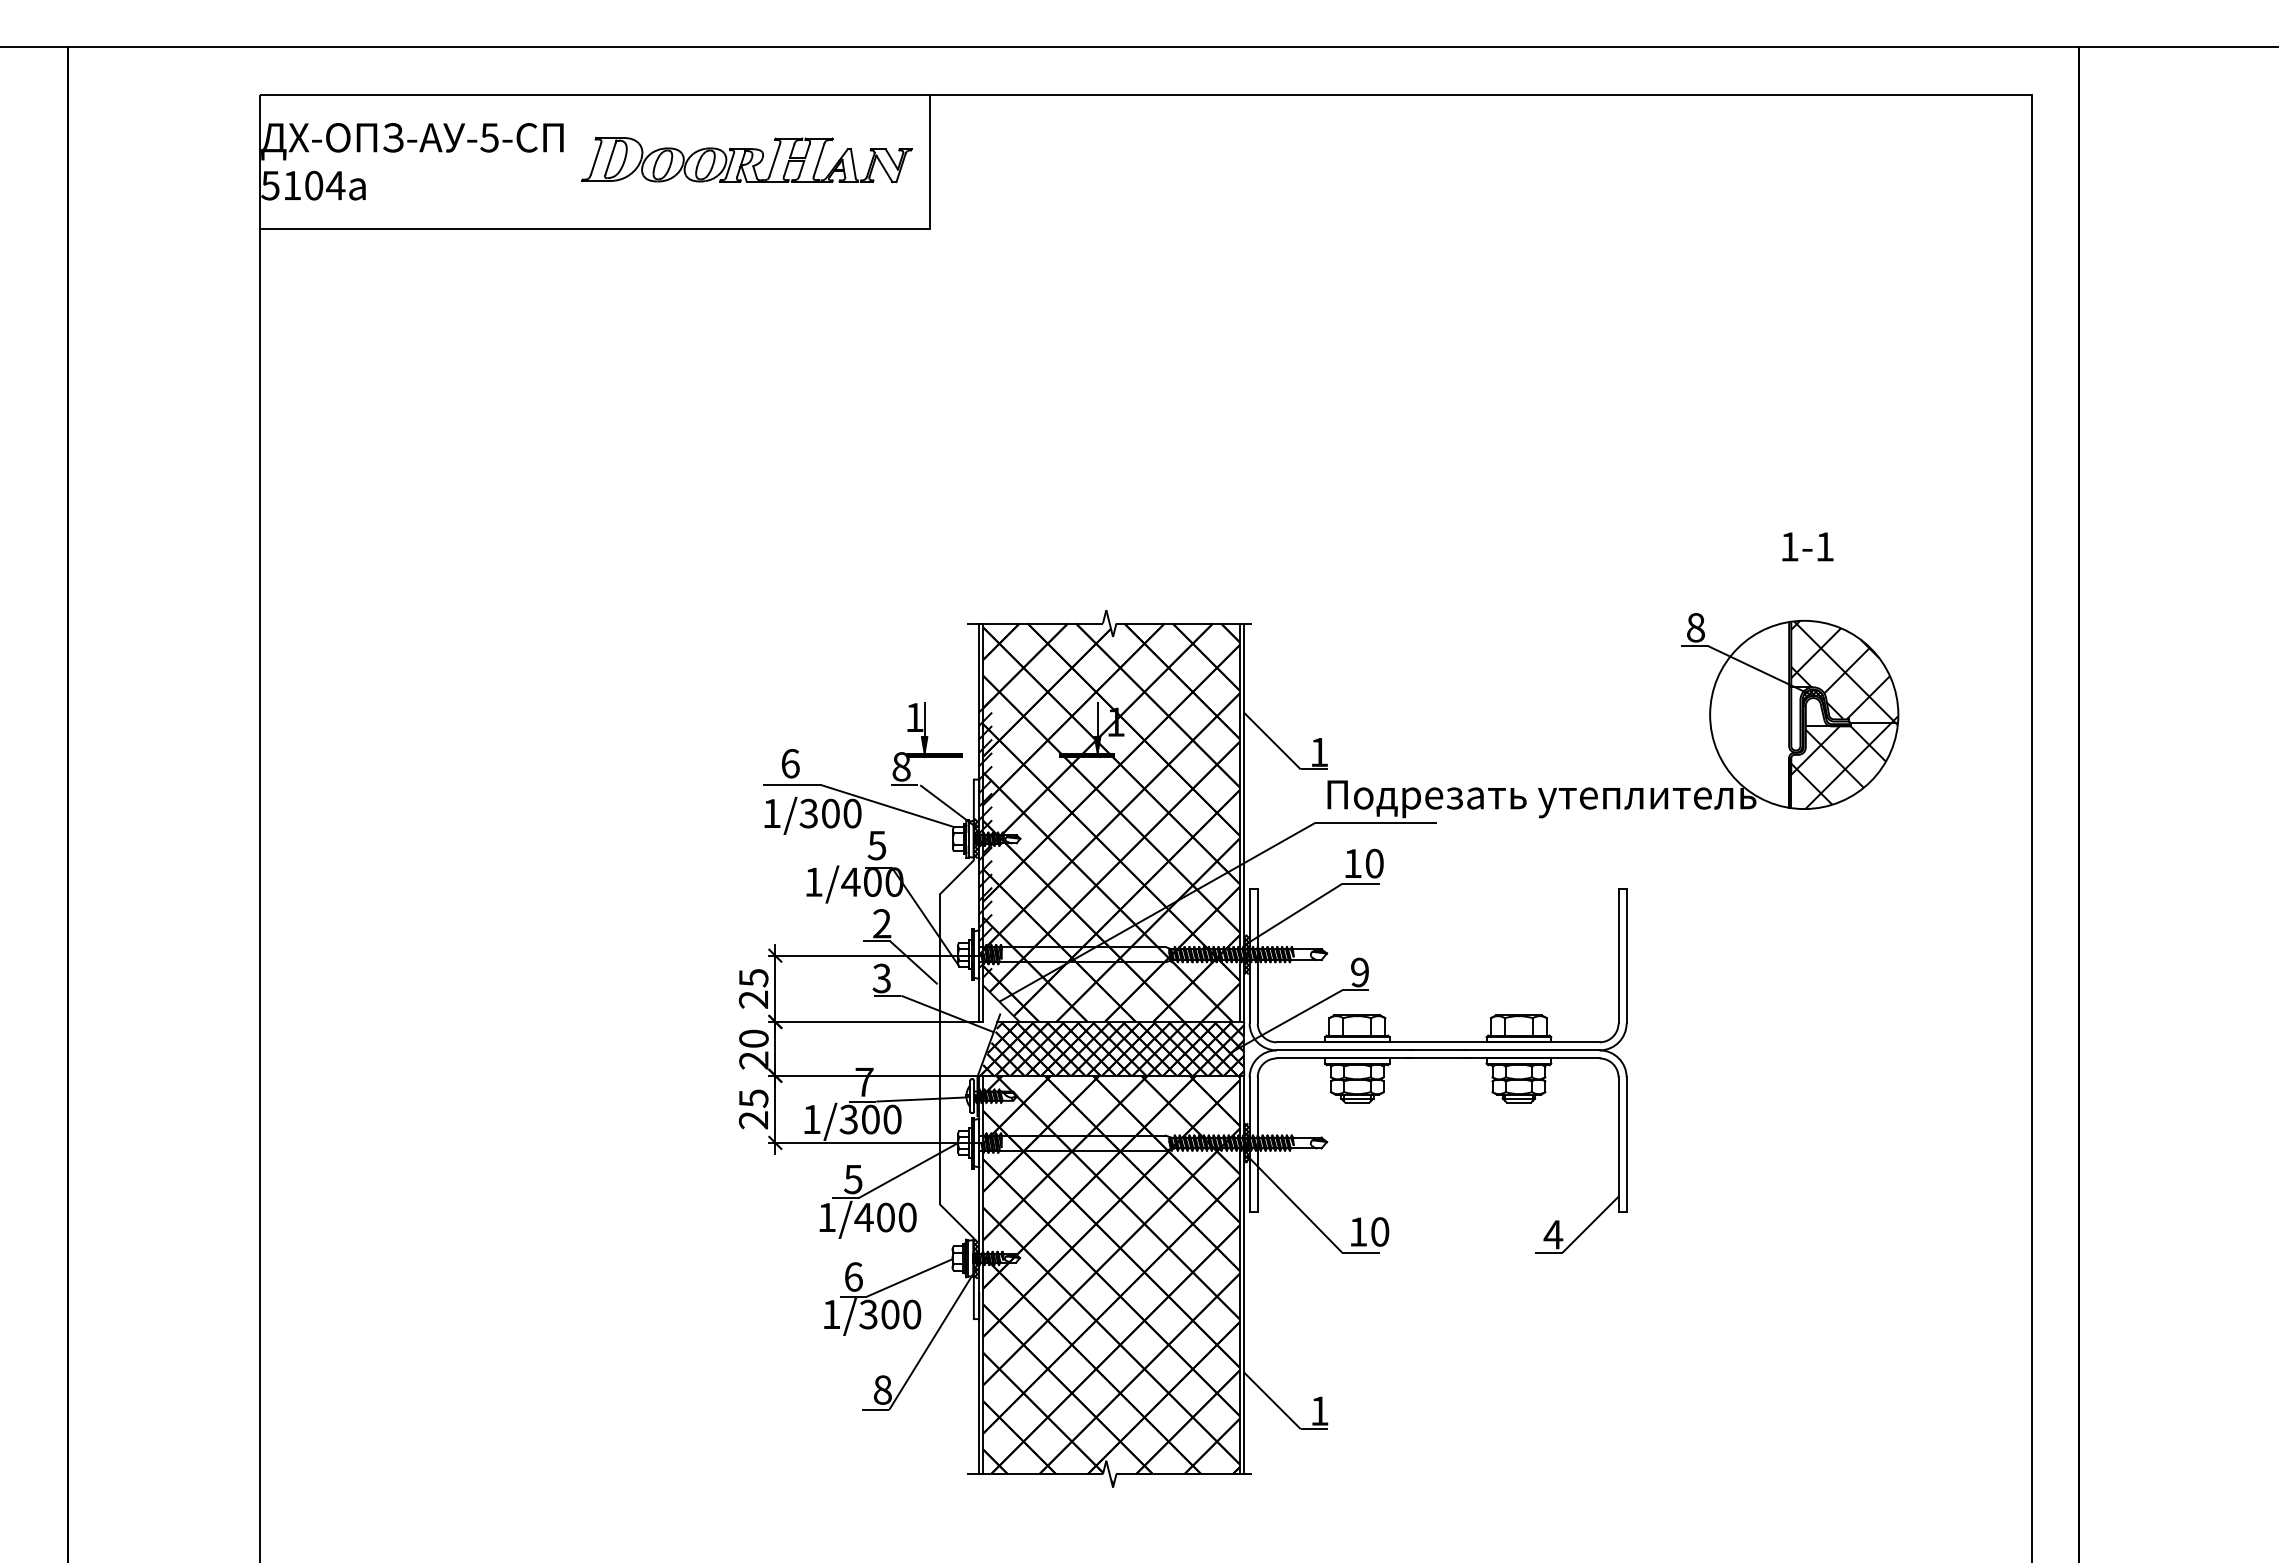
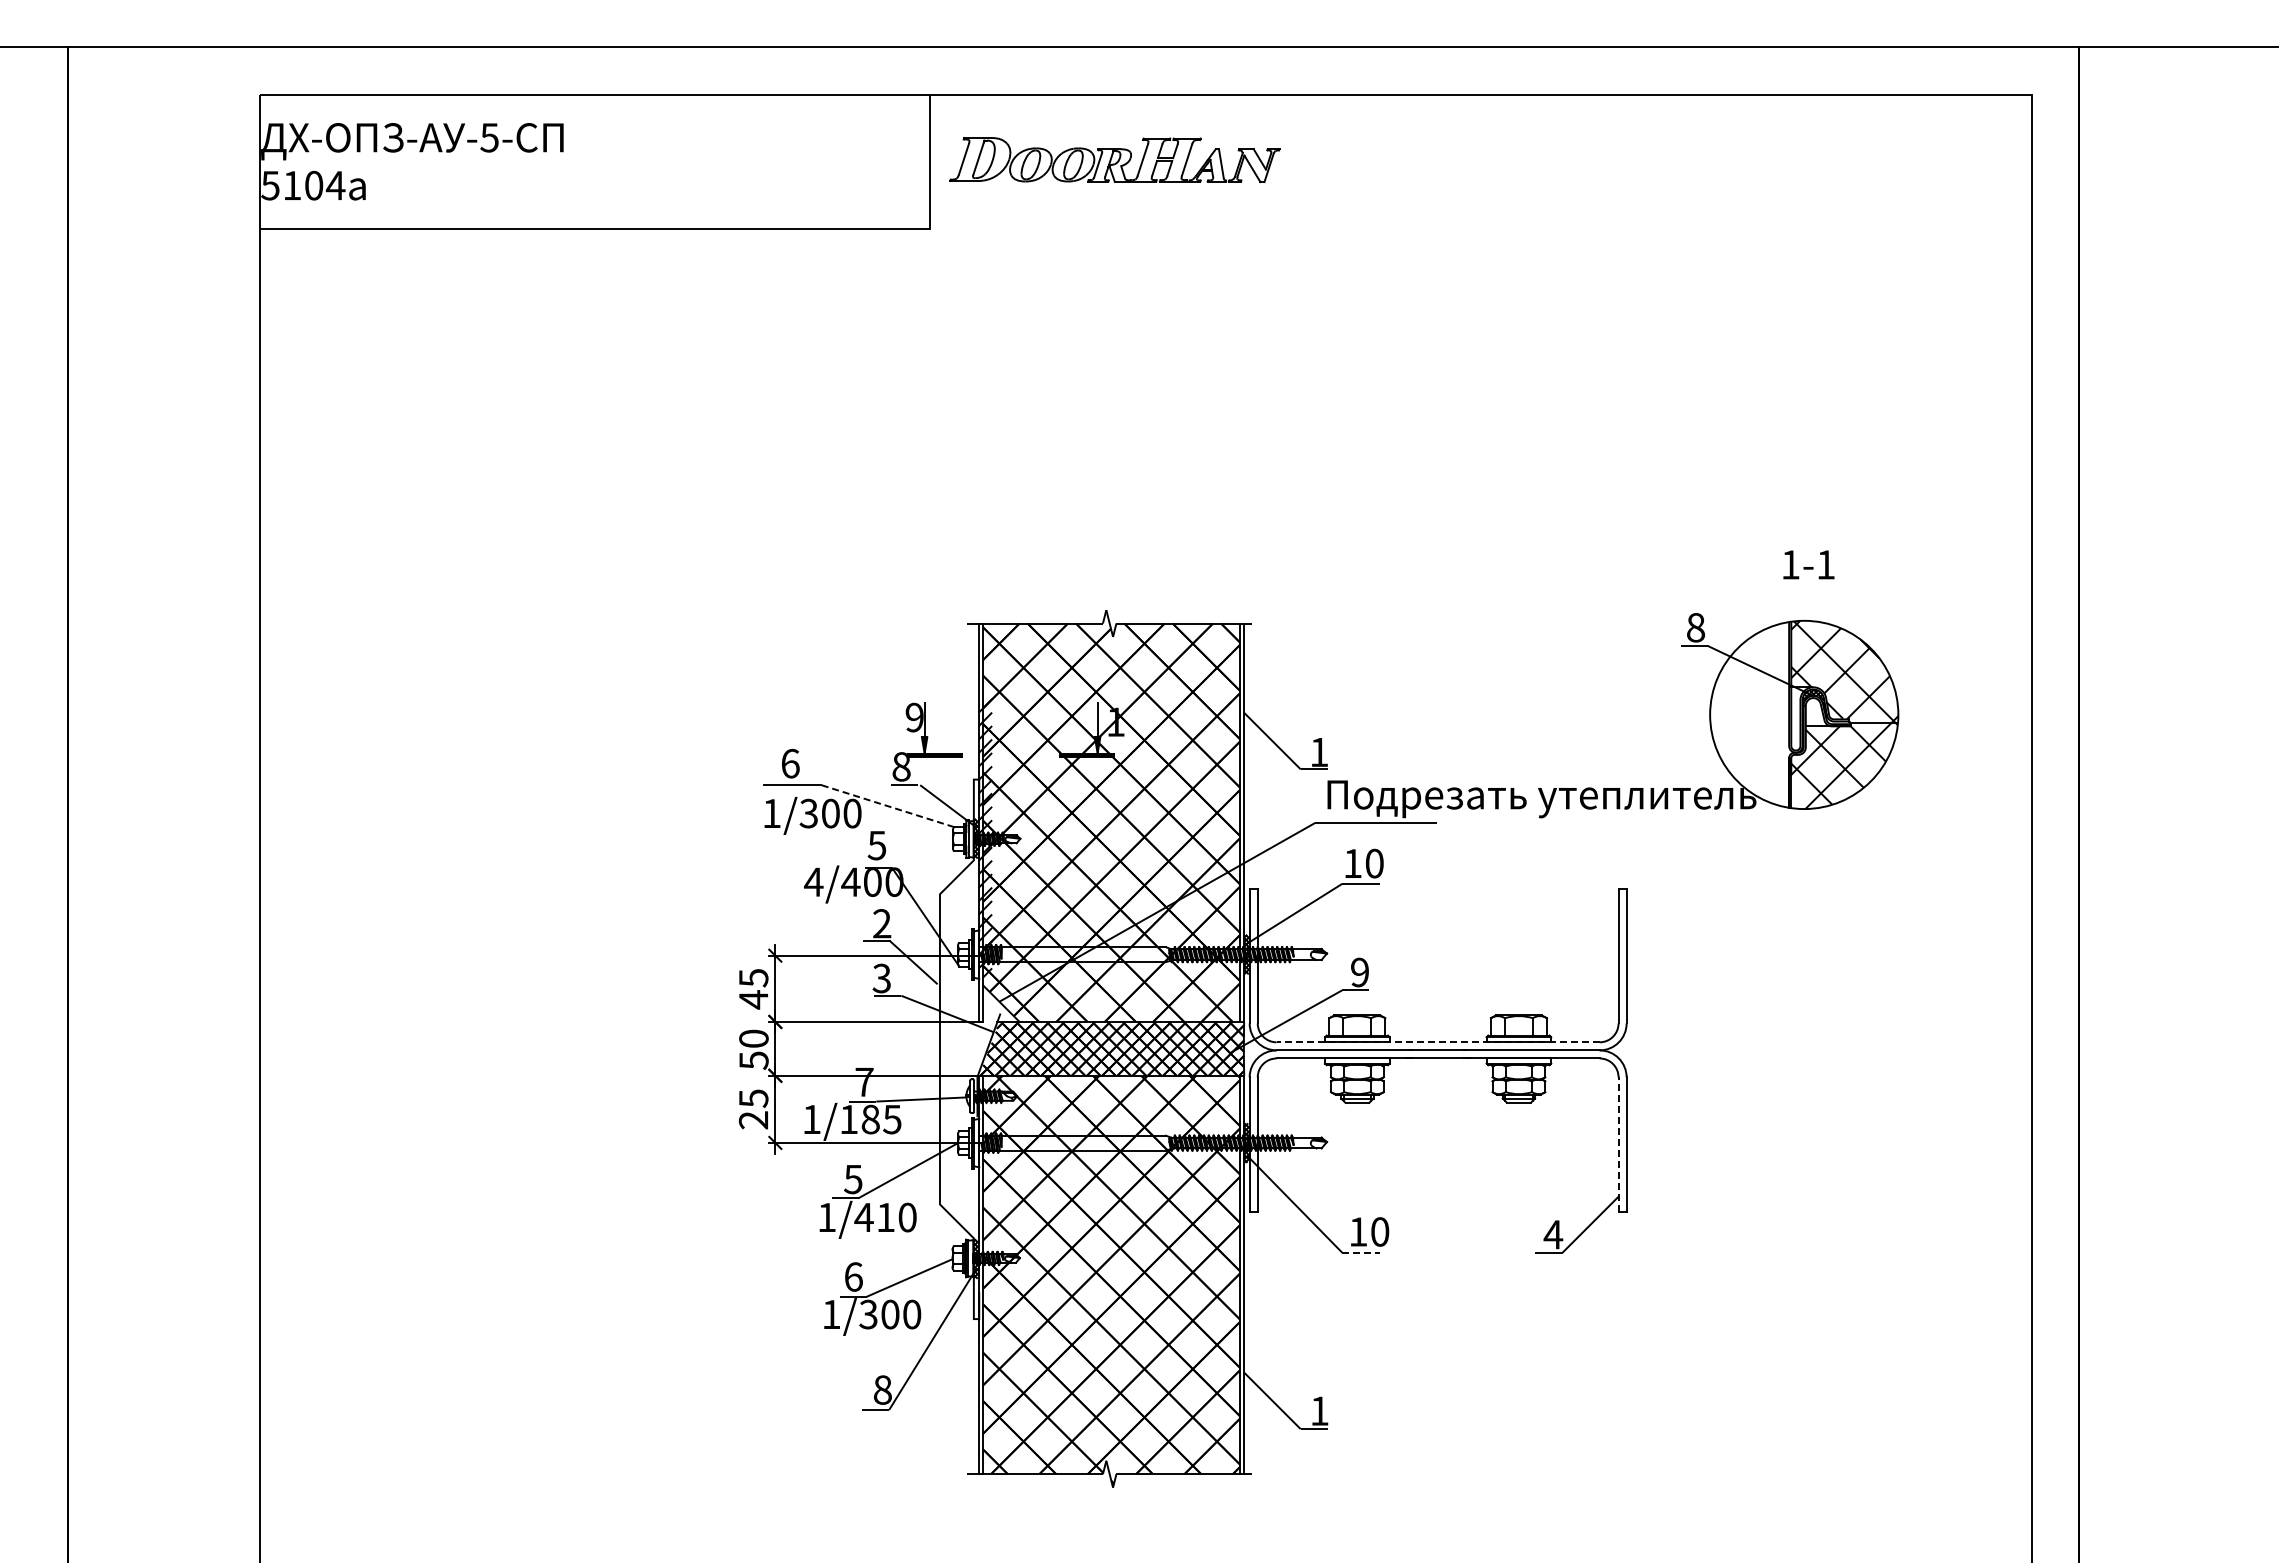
part at (746, 160) position: (746, 160) -> (1114, 160)
text at (1807, 546) position: (1807, 546) -> (1808, 564)
text at (914, 717): 1 -> 9
line at (887, 806): solid -> dashed
text at (813, 881): 1/400 -> 4/400
text at (752, 999): 25 -> 45
line at (1438, 1042): solid -> dashed
text at (753, 1060): 20 -> 50
text at (870, 1119): 1/300 -> 1/185
line at (1618, 1144): solid -> dashed
text at (885, 1217): 1/400 -> 1/410
line at (1361, 1252): solid -> dashed
